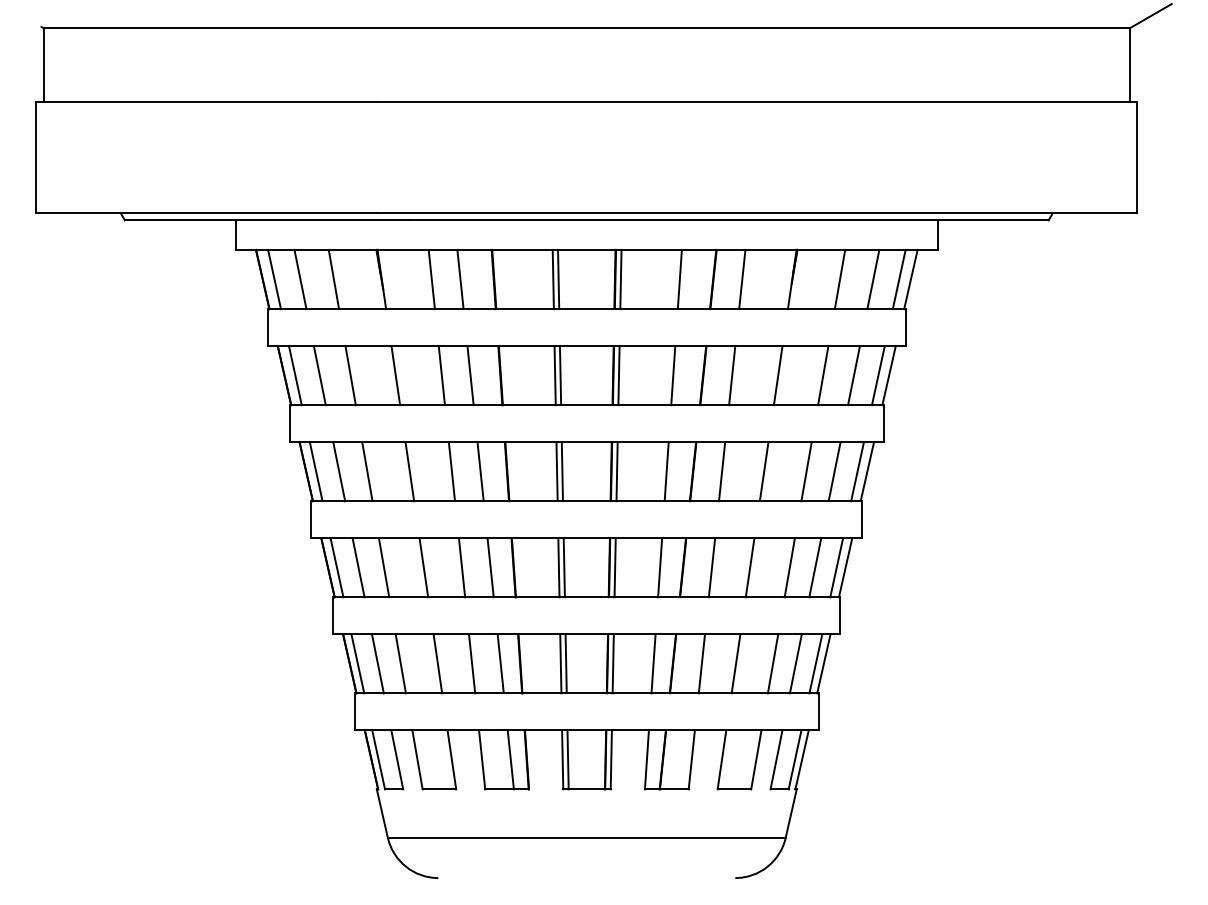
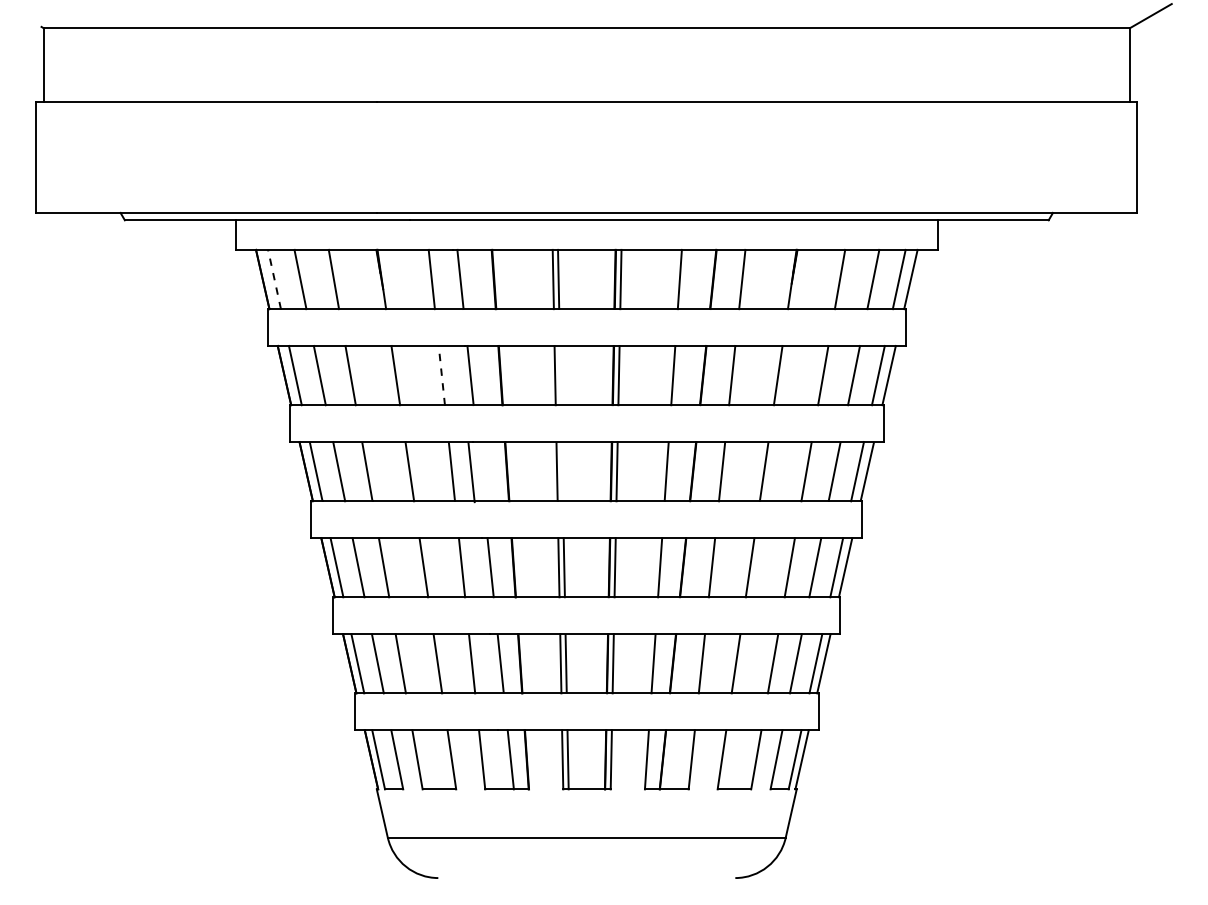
line at (274, 279): solid -> dashed
line at (441, 375): solid -> dashed
line at (560, 375): present -> none
line at (480, 471) position: (480, 471) -> (471, 472)
line at (561, 471): present -> none
